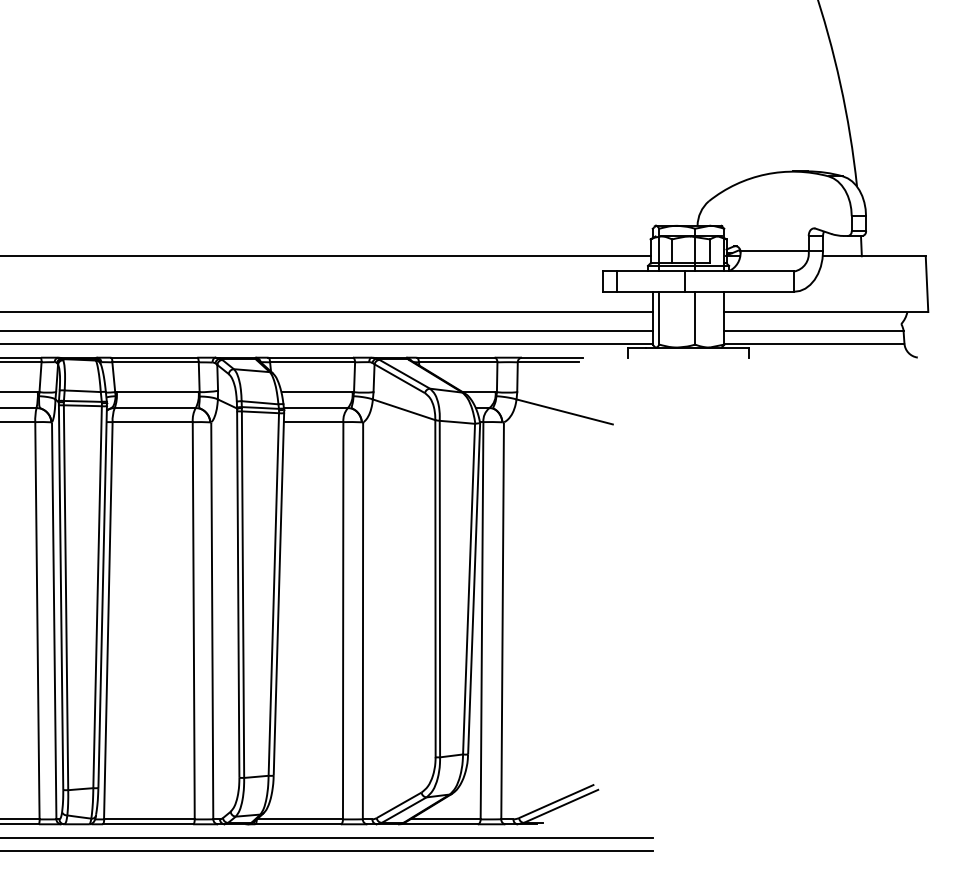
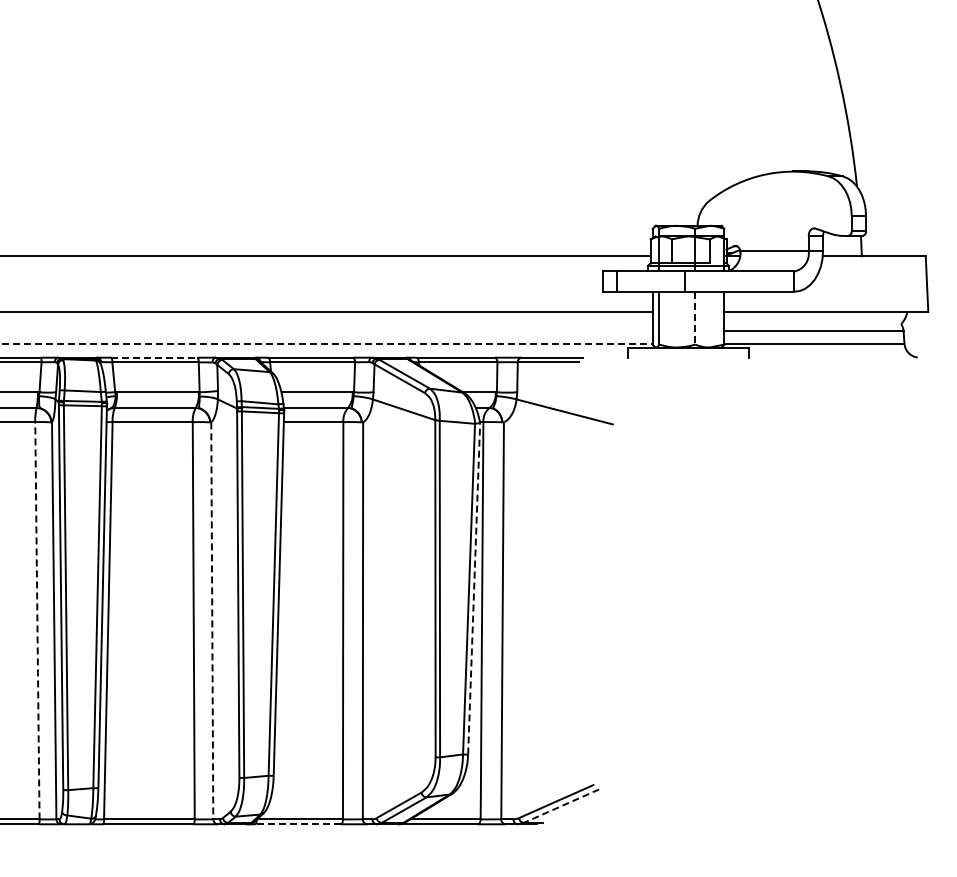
line at (695, 318): solid -> dashed
line at (327, 331): present -> none
line at (326, 343): solid -> dashed
line at (154, 357): solid -> dashed
line at (474, 589): solid -> dashed
line at (37, 621): solid -> dashed
line at (212, 622): solid -> dashed
line at (562, 805): solid -> dashed
line at (297, 824): solid -> dashed
line at (327, 838): present -> none
line at (327, 850): present -> none
